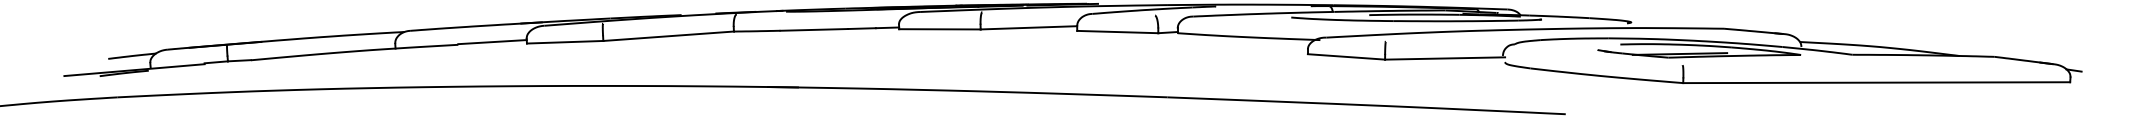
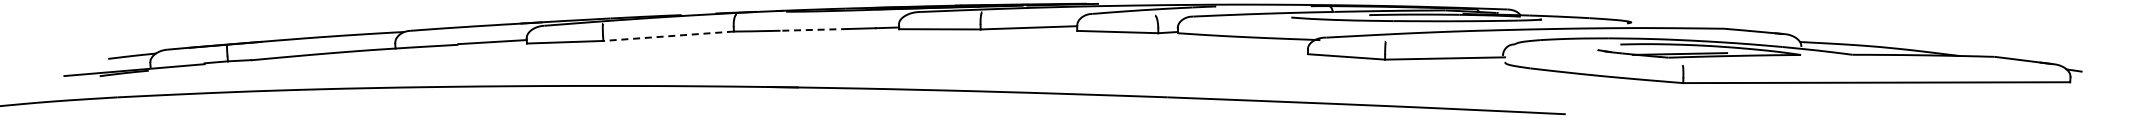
line at (814, 29): solid -> dashed
line at (668, 36): solid -> dashed
